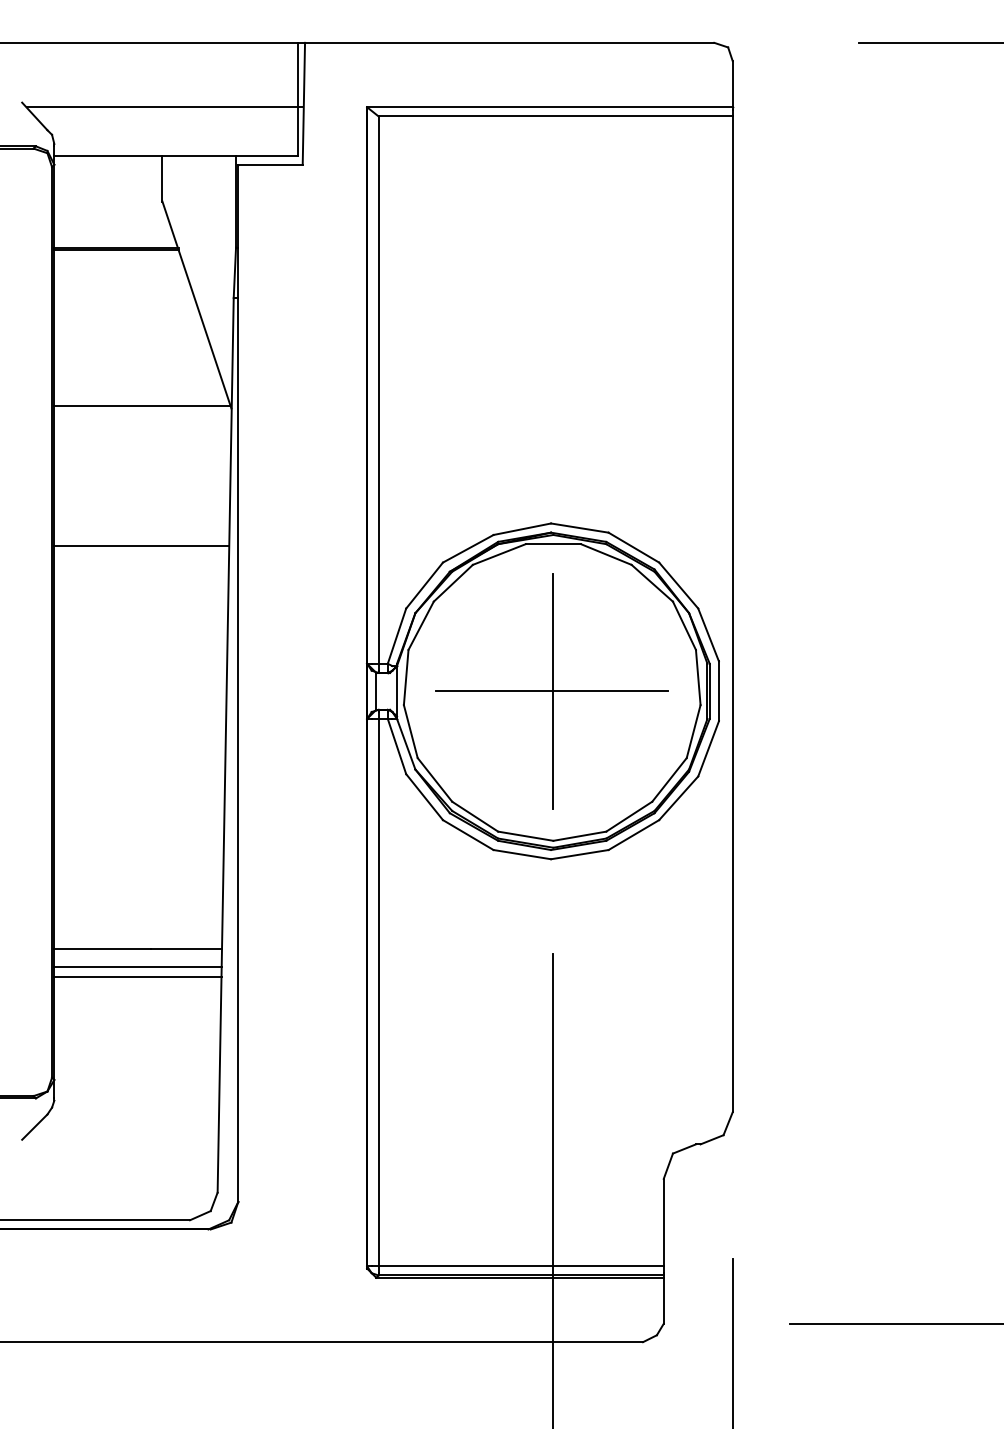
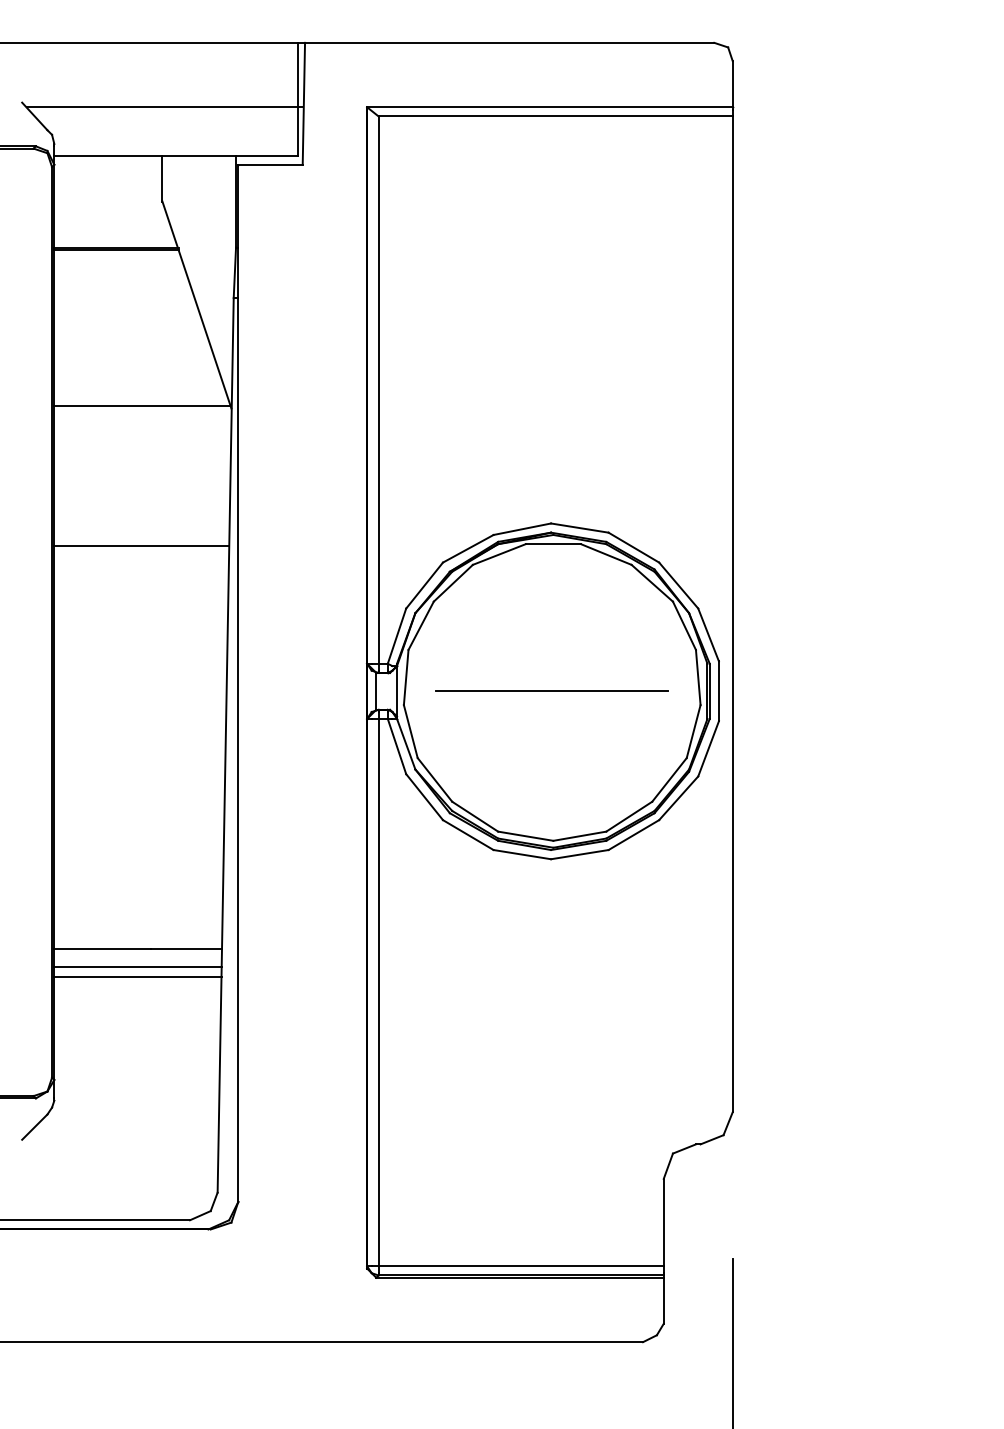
line at (929, 42): present -> none
line at (553, 691): present -> none
line at (553, 1189): present -> none
line at (895, 1323): present -> none
